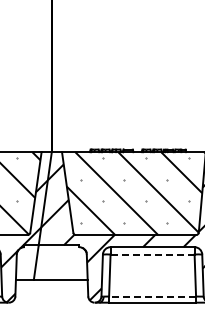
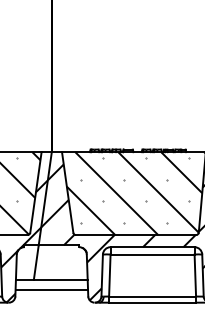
line at (152, 254): dashed -> solid
line at (51, 290): none -> present
line at (152, 296): dashed -> solid
